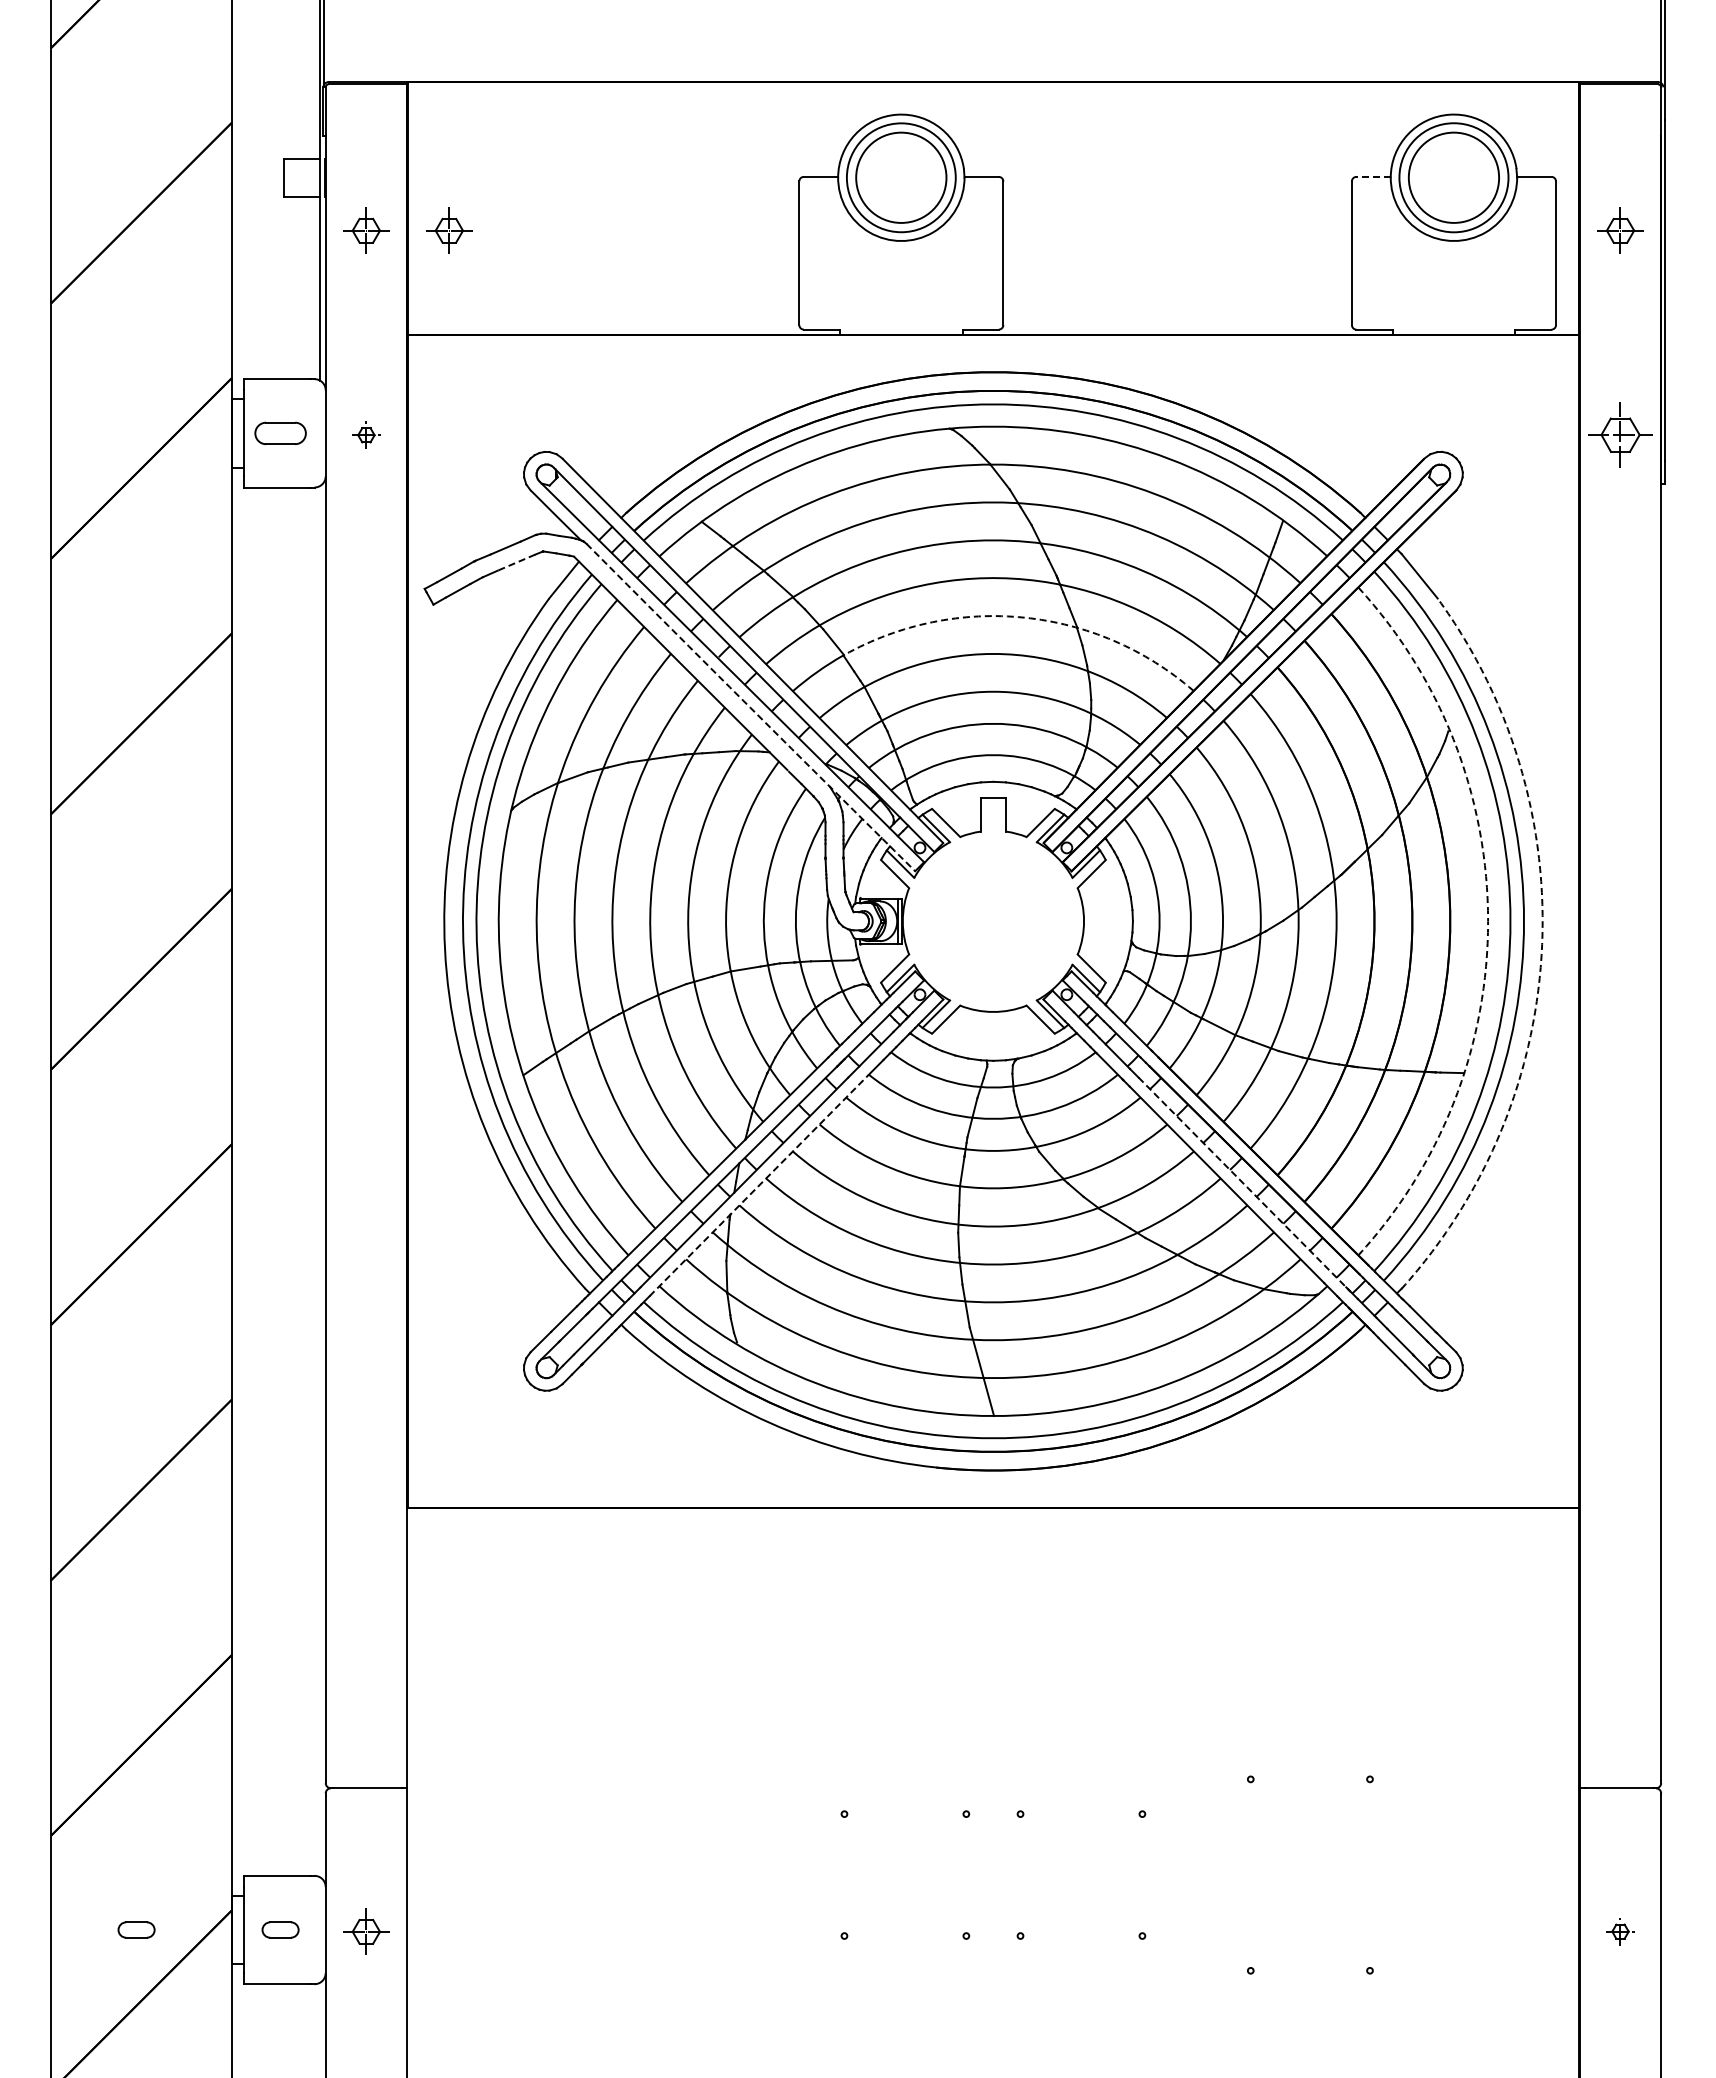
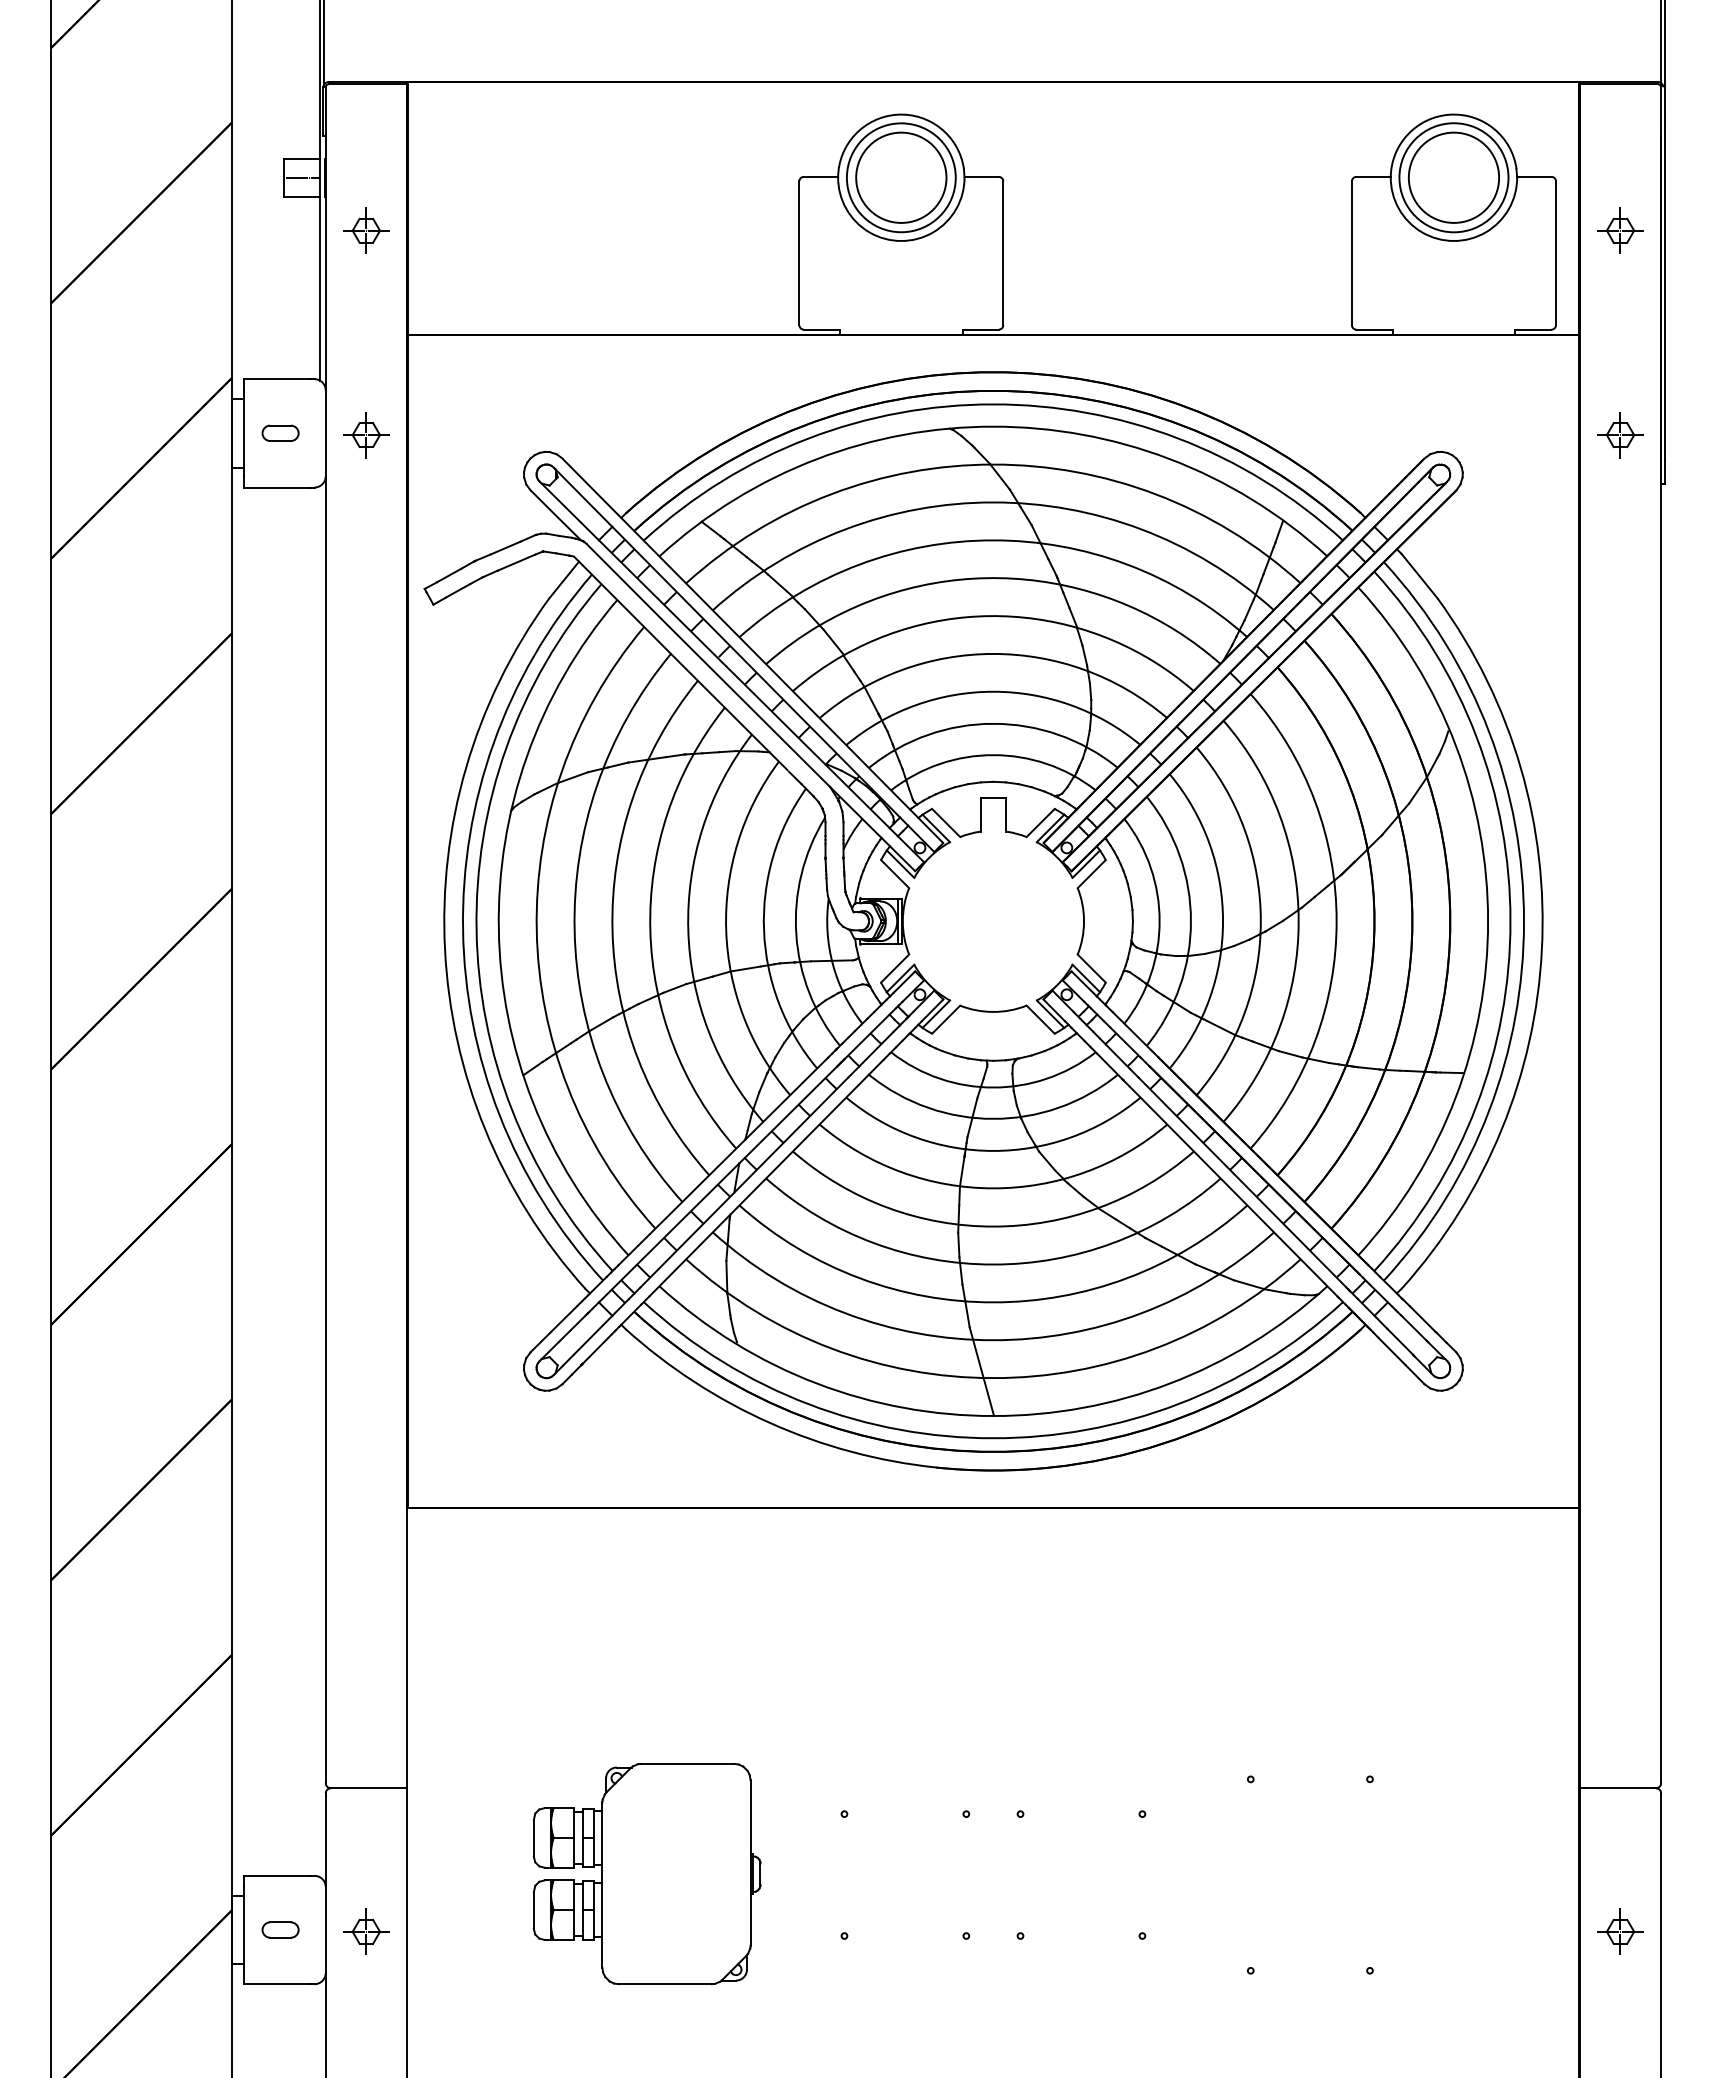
line at (1373, 176): dashed -> solid
line at (303, 177): none -> present
part at (449, 230): present -> none
part at (280, 433) size: 53x25 px -> 39x18 px
part at (366, 434) size: 29x28 px -> 47x47 px
part at (1620, 434) size: 65x66 px -> 47x47 px
line at (516, 562): dashed -> solid
arc at (1024, 617): dashed -> solid
arc at (750, 707): dashed -> solid
arc at (1488, 921): dashed -> solid
arc at (1541, 950): dashed -> solid
line at (1242, 1182): dashed -> solid
line at (759, 1185): dashed -> solid
part at (646, 1874): none -> present
part at (136, 1929): present -> none
part at (1620, 1931) size: 29x28 px -> 47x47 px
